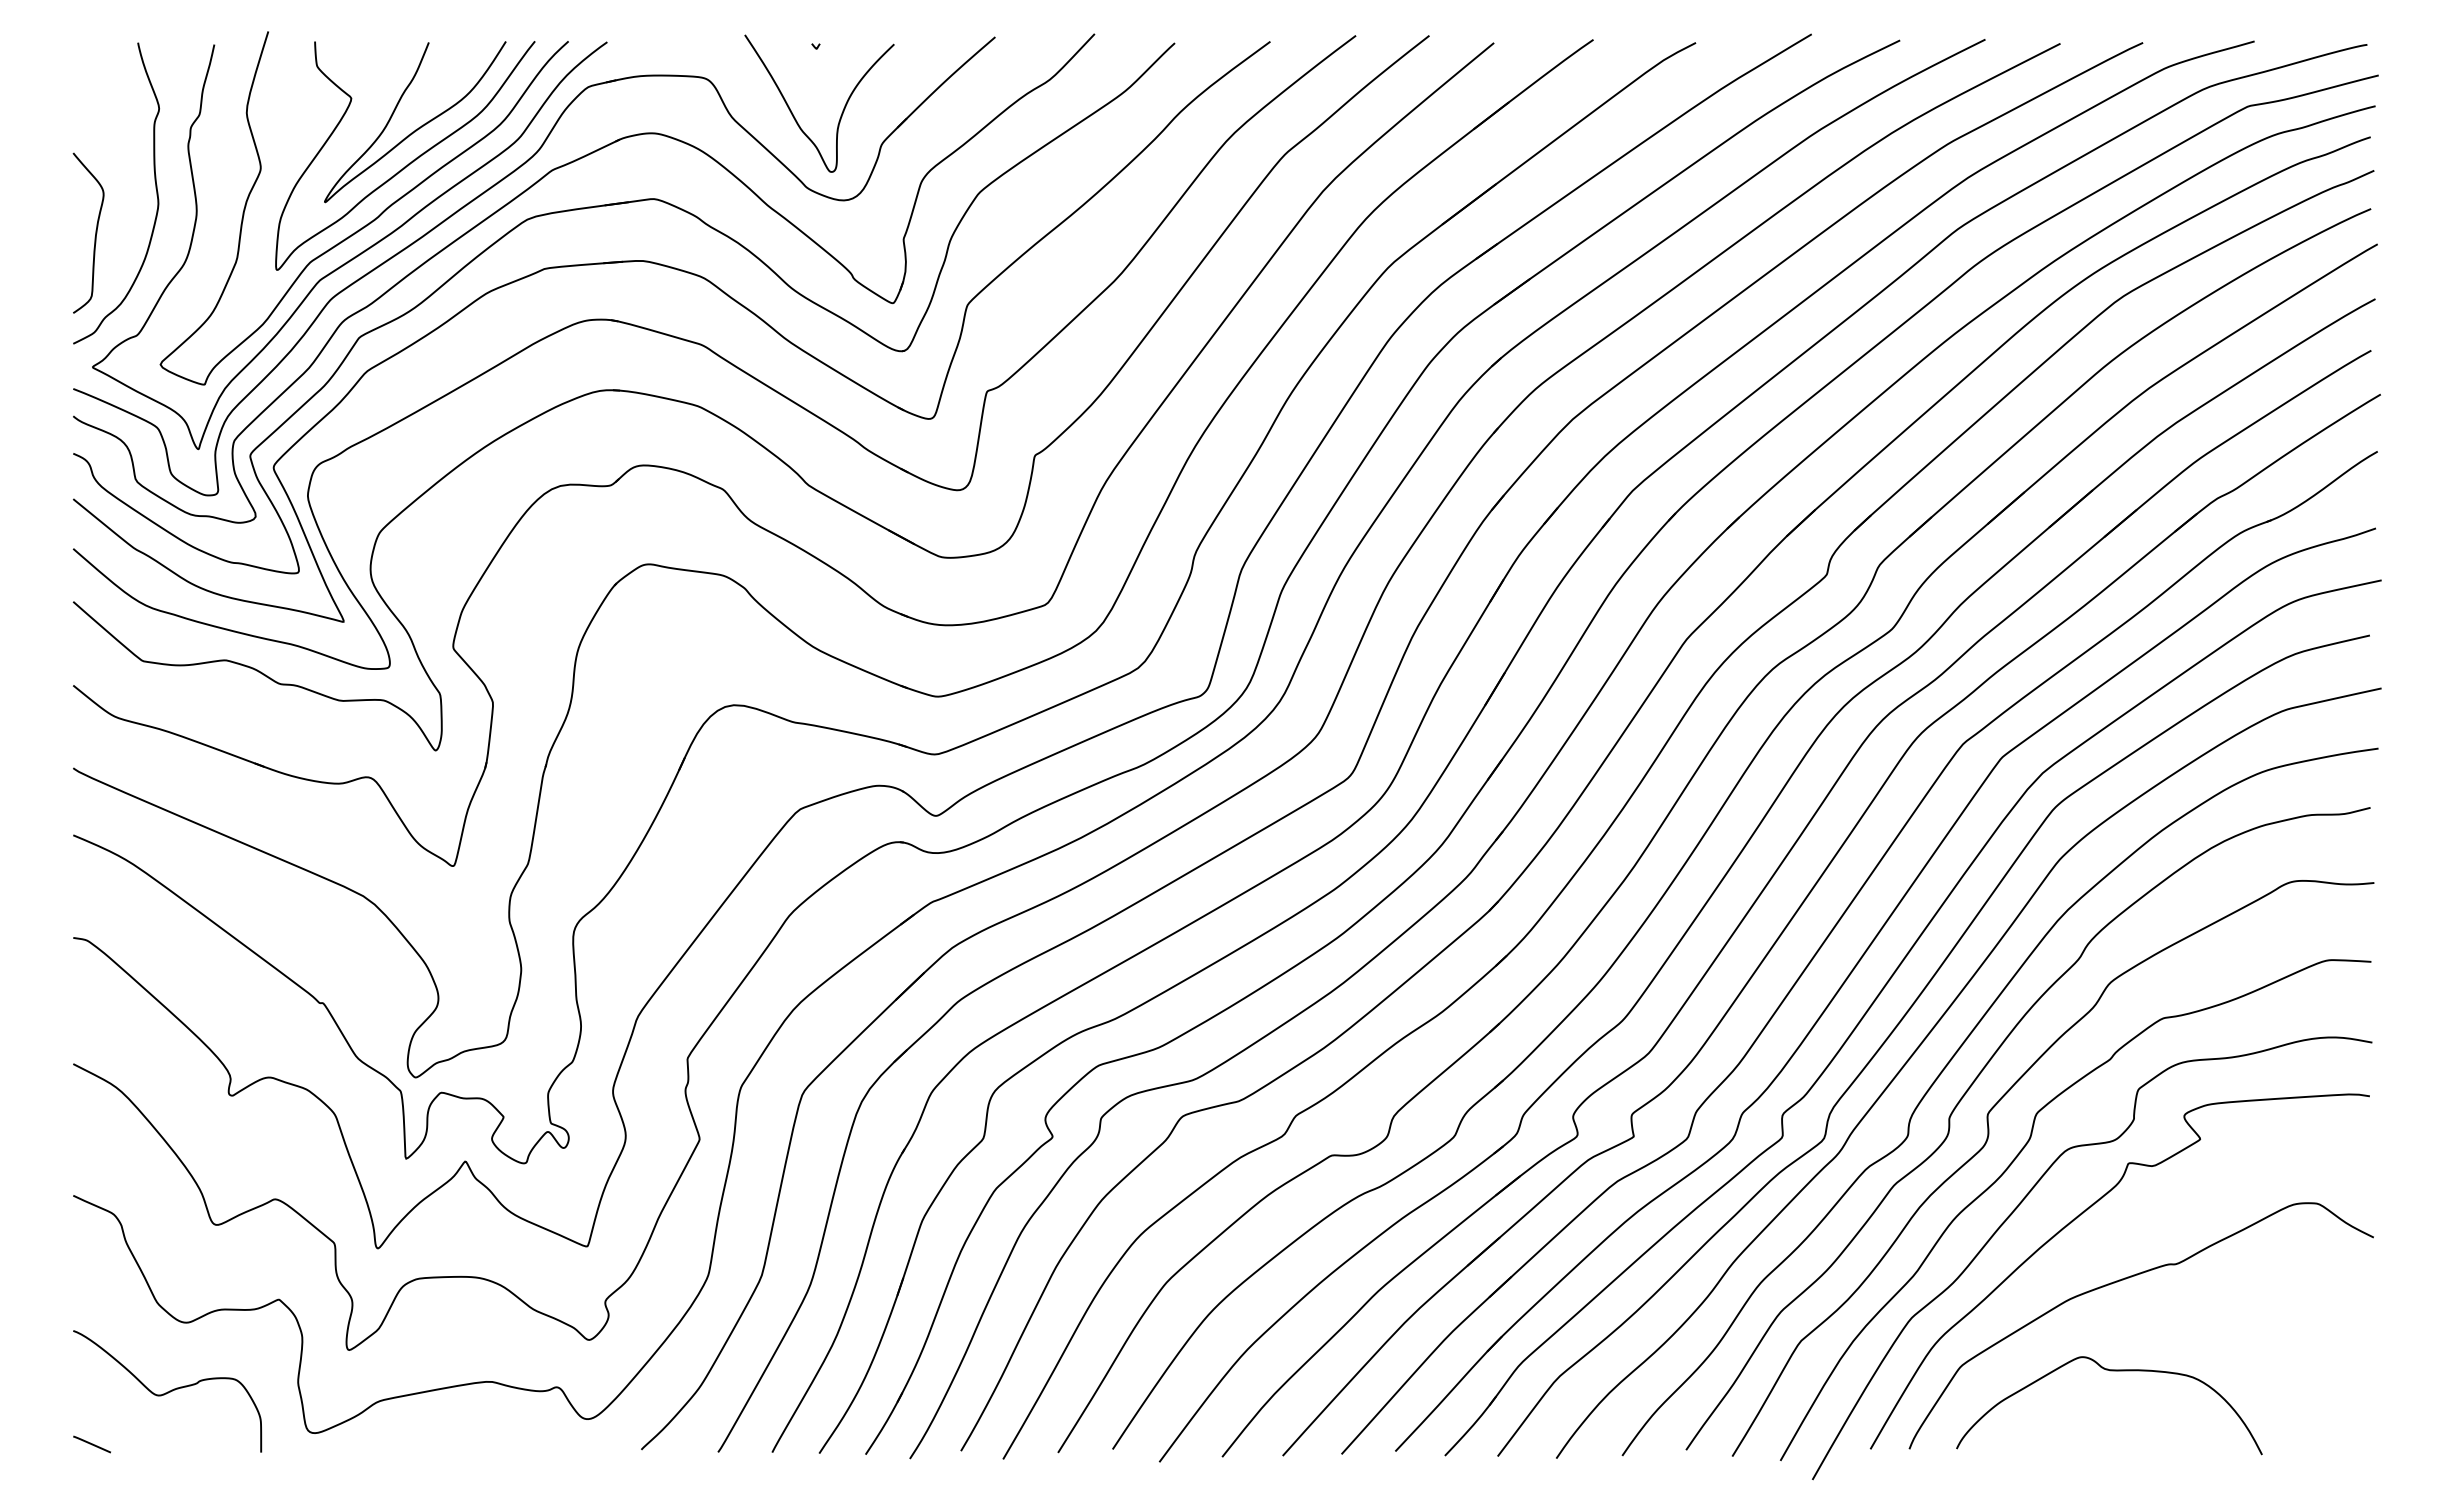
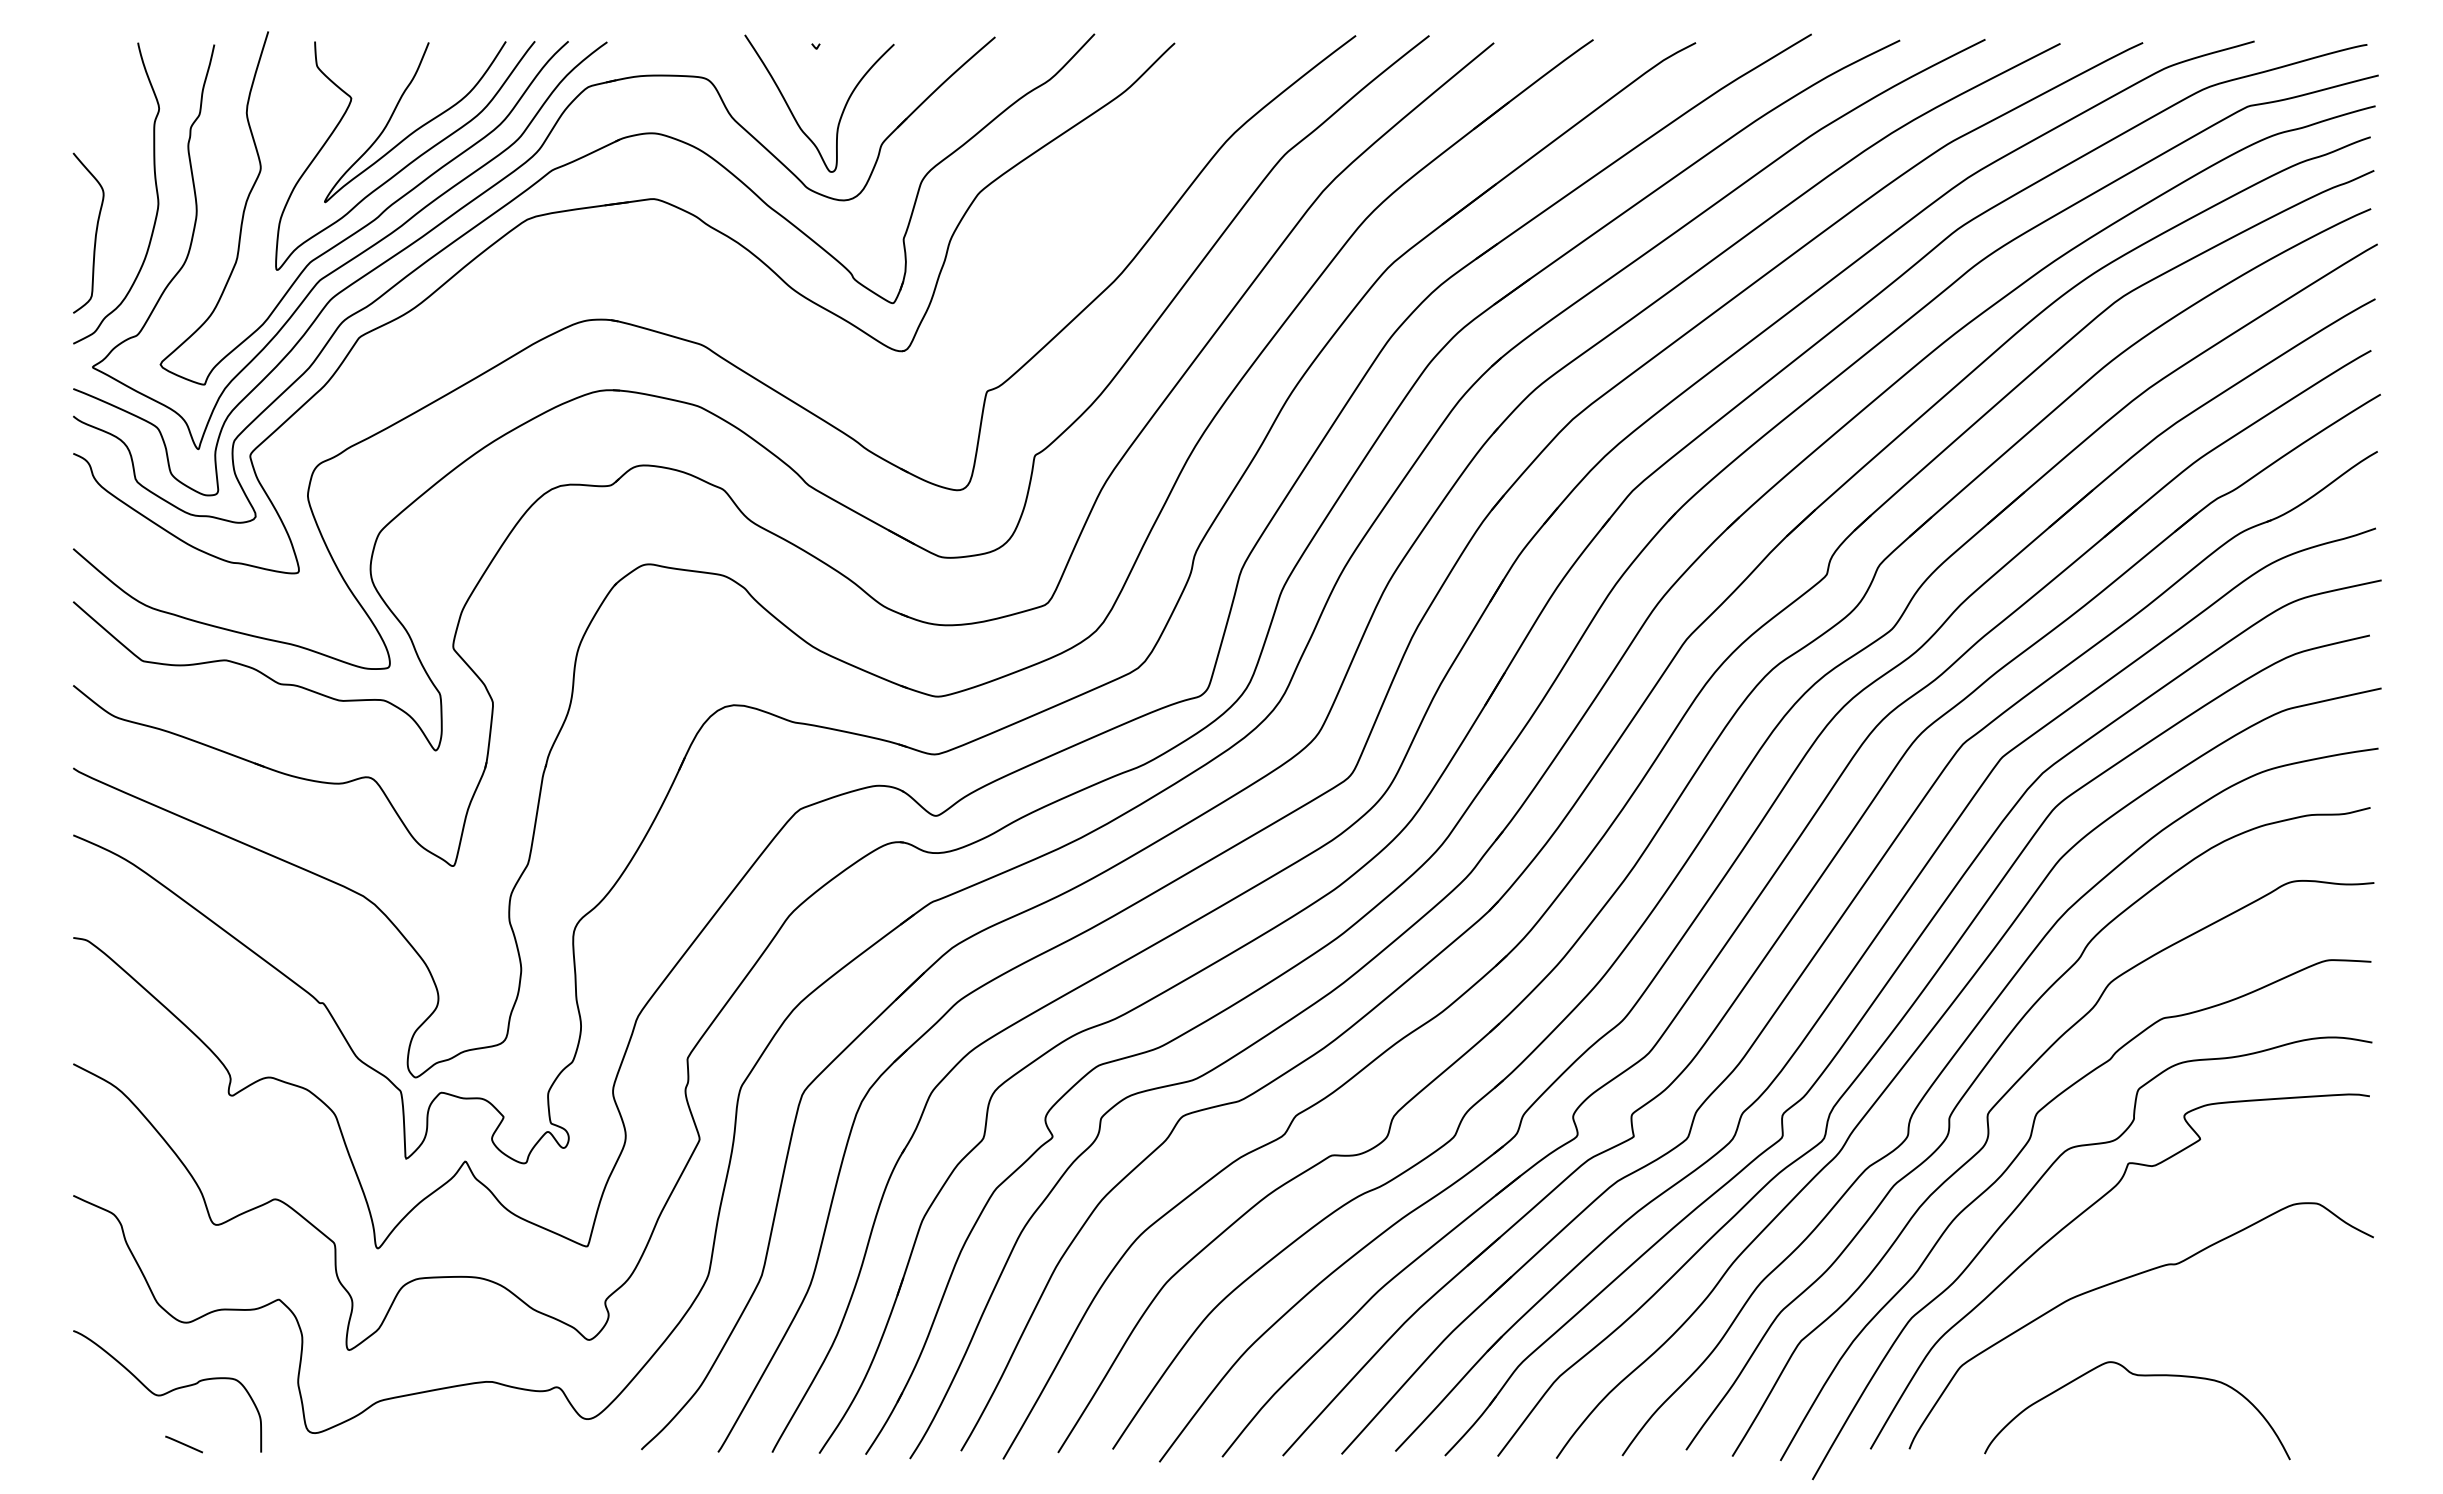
part at (690, 274): present -> none
curve at (2110, 1371) position: (2110, 1371) -> (2138, 1376)
line at (91, 1444) position: (91, 1444) -> (183, 1444)
